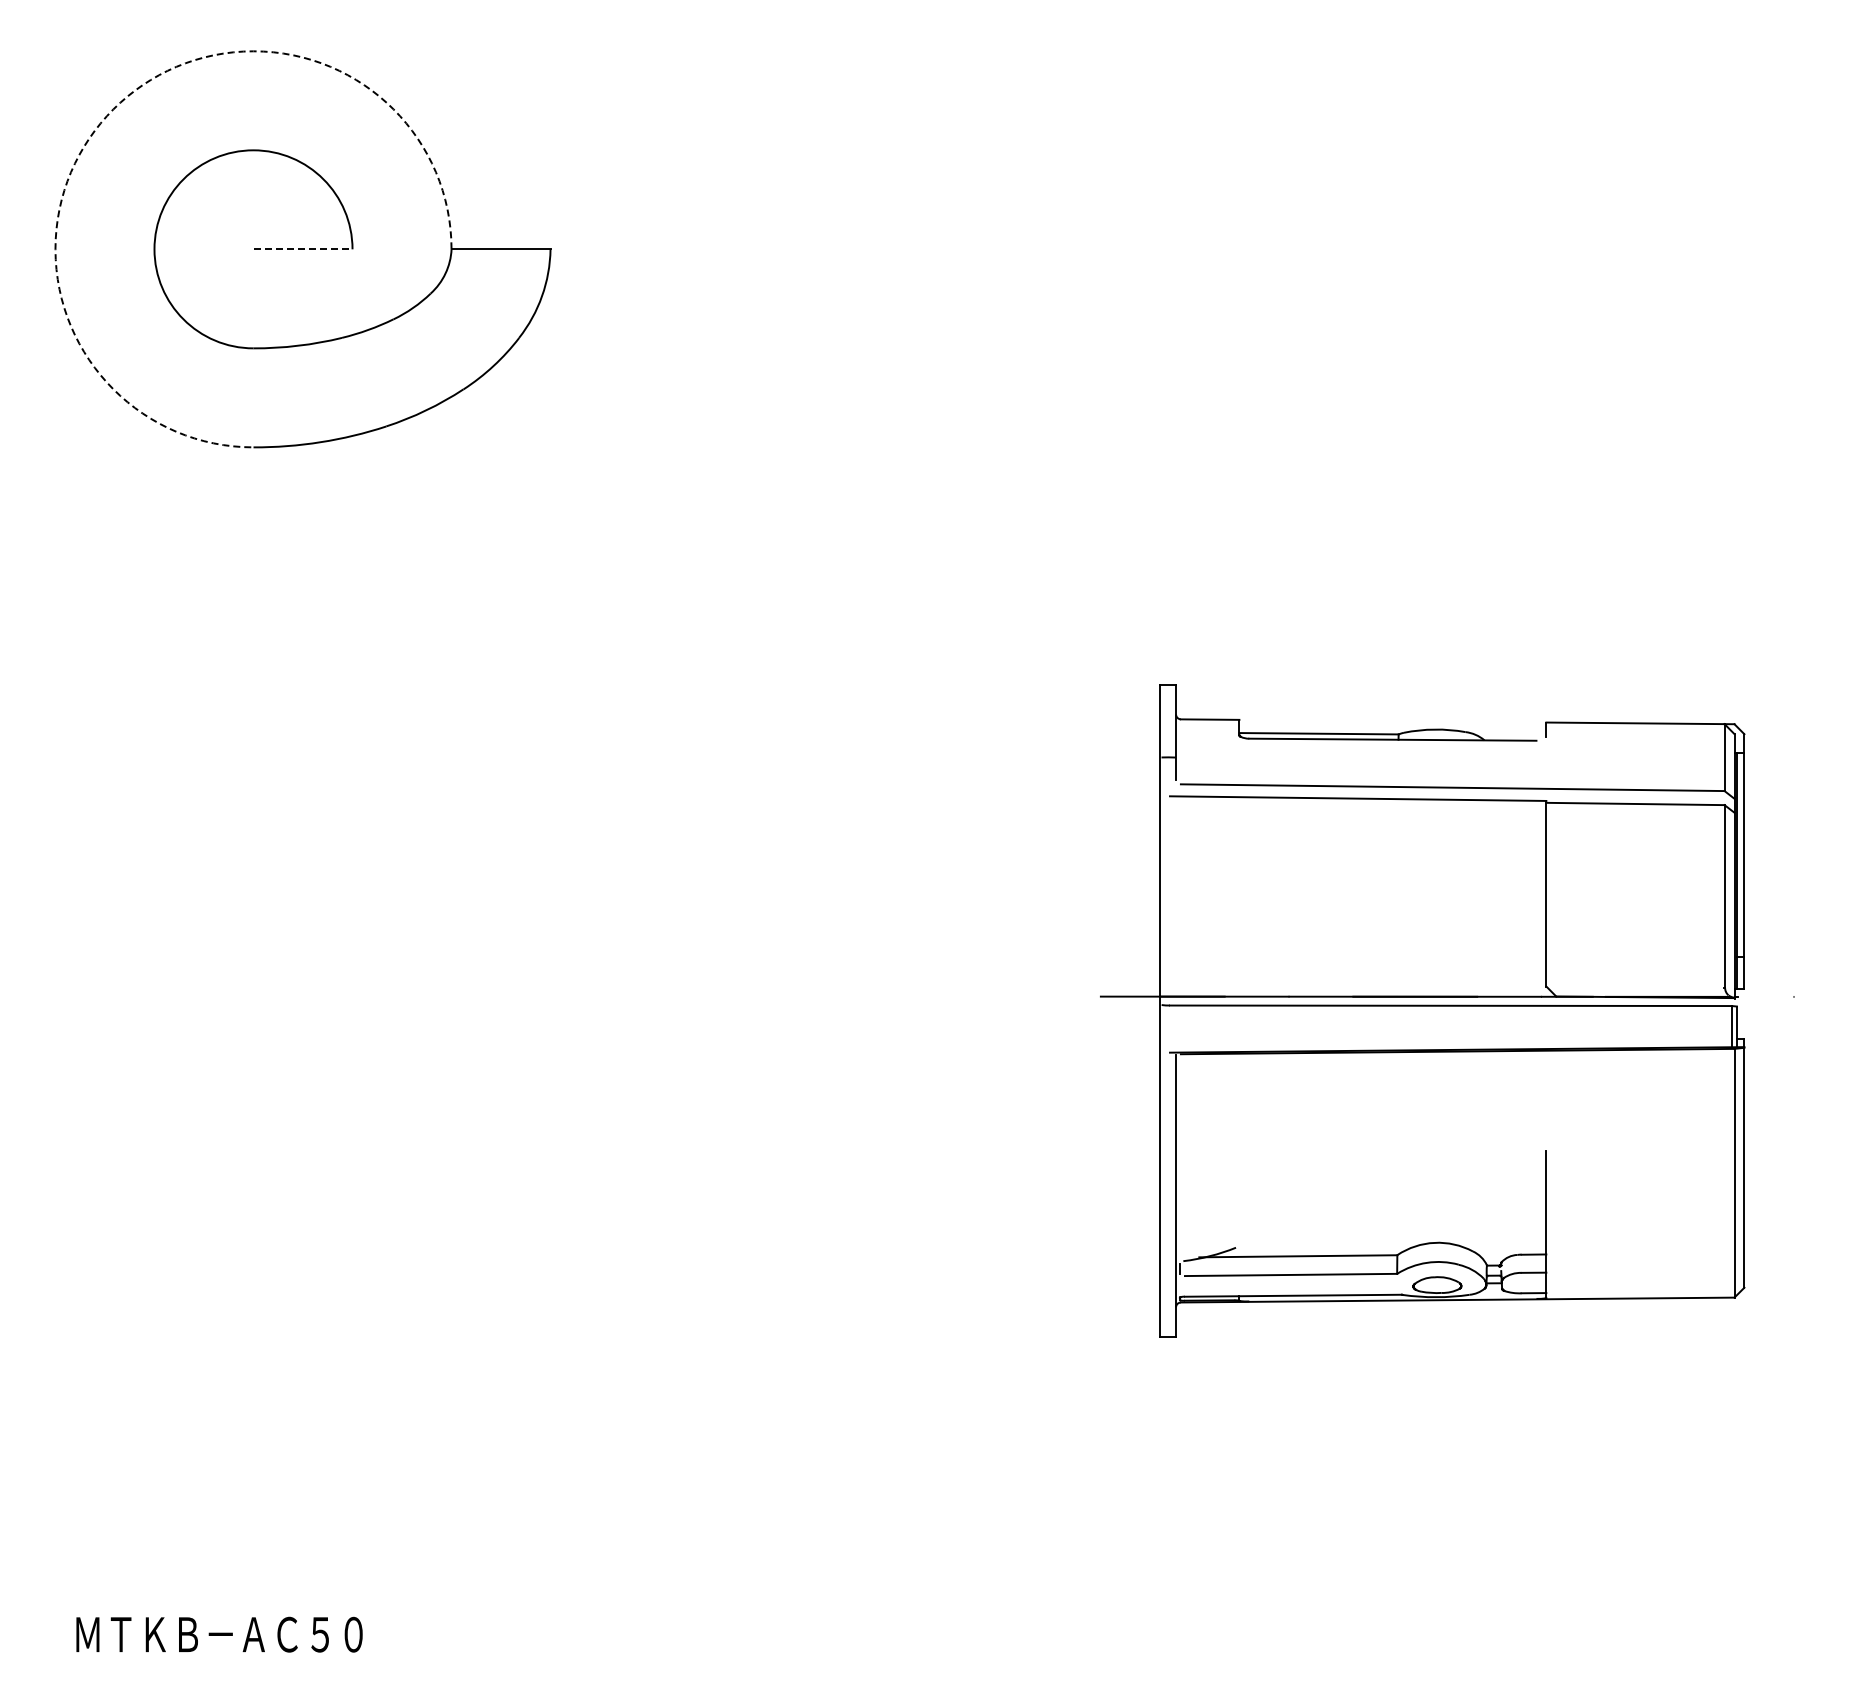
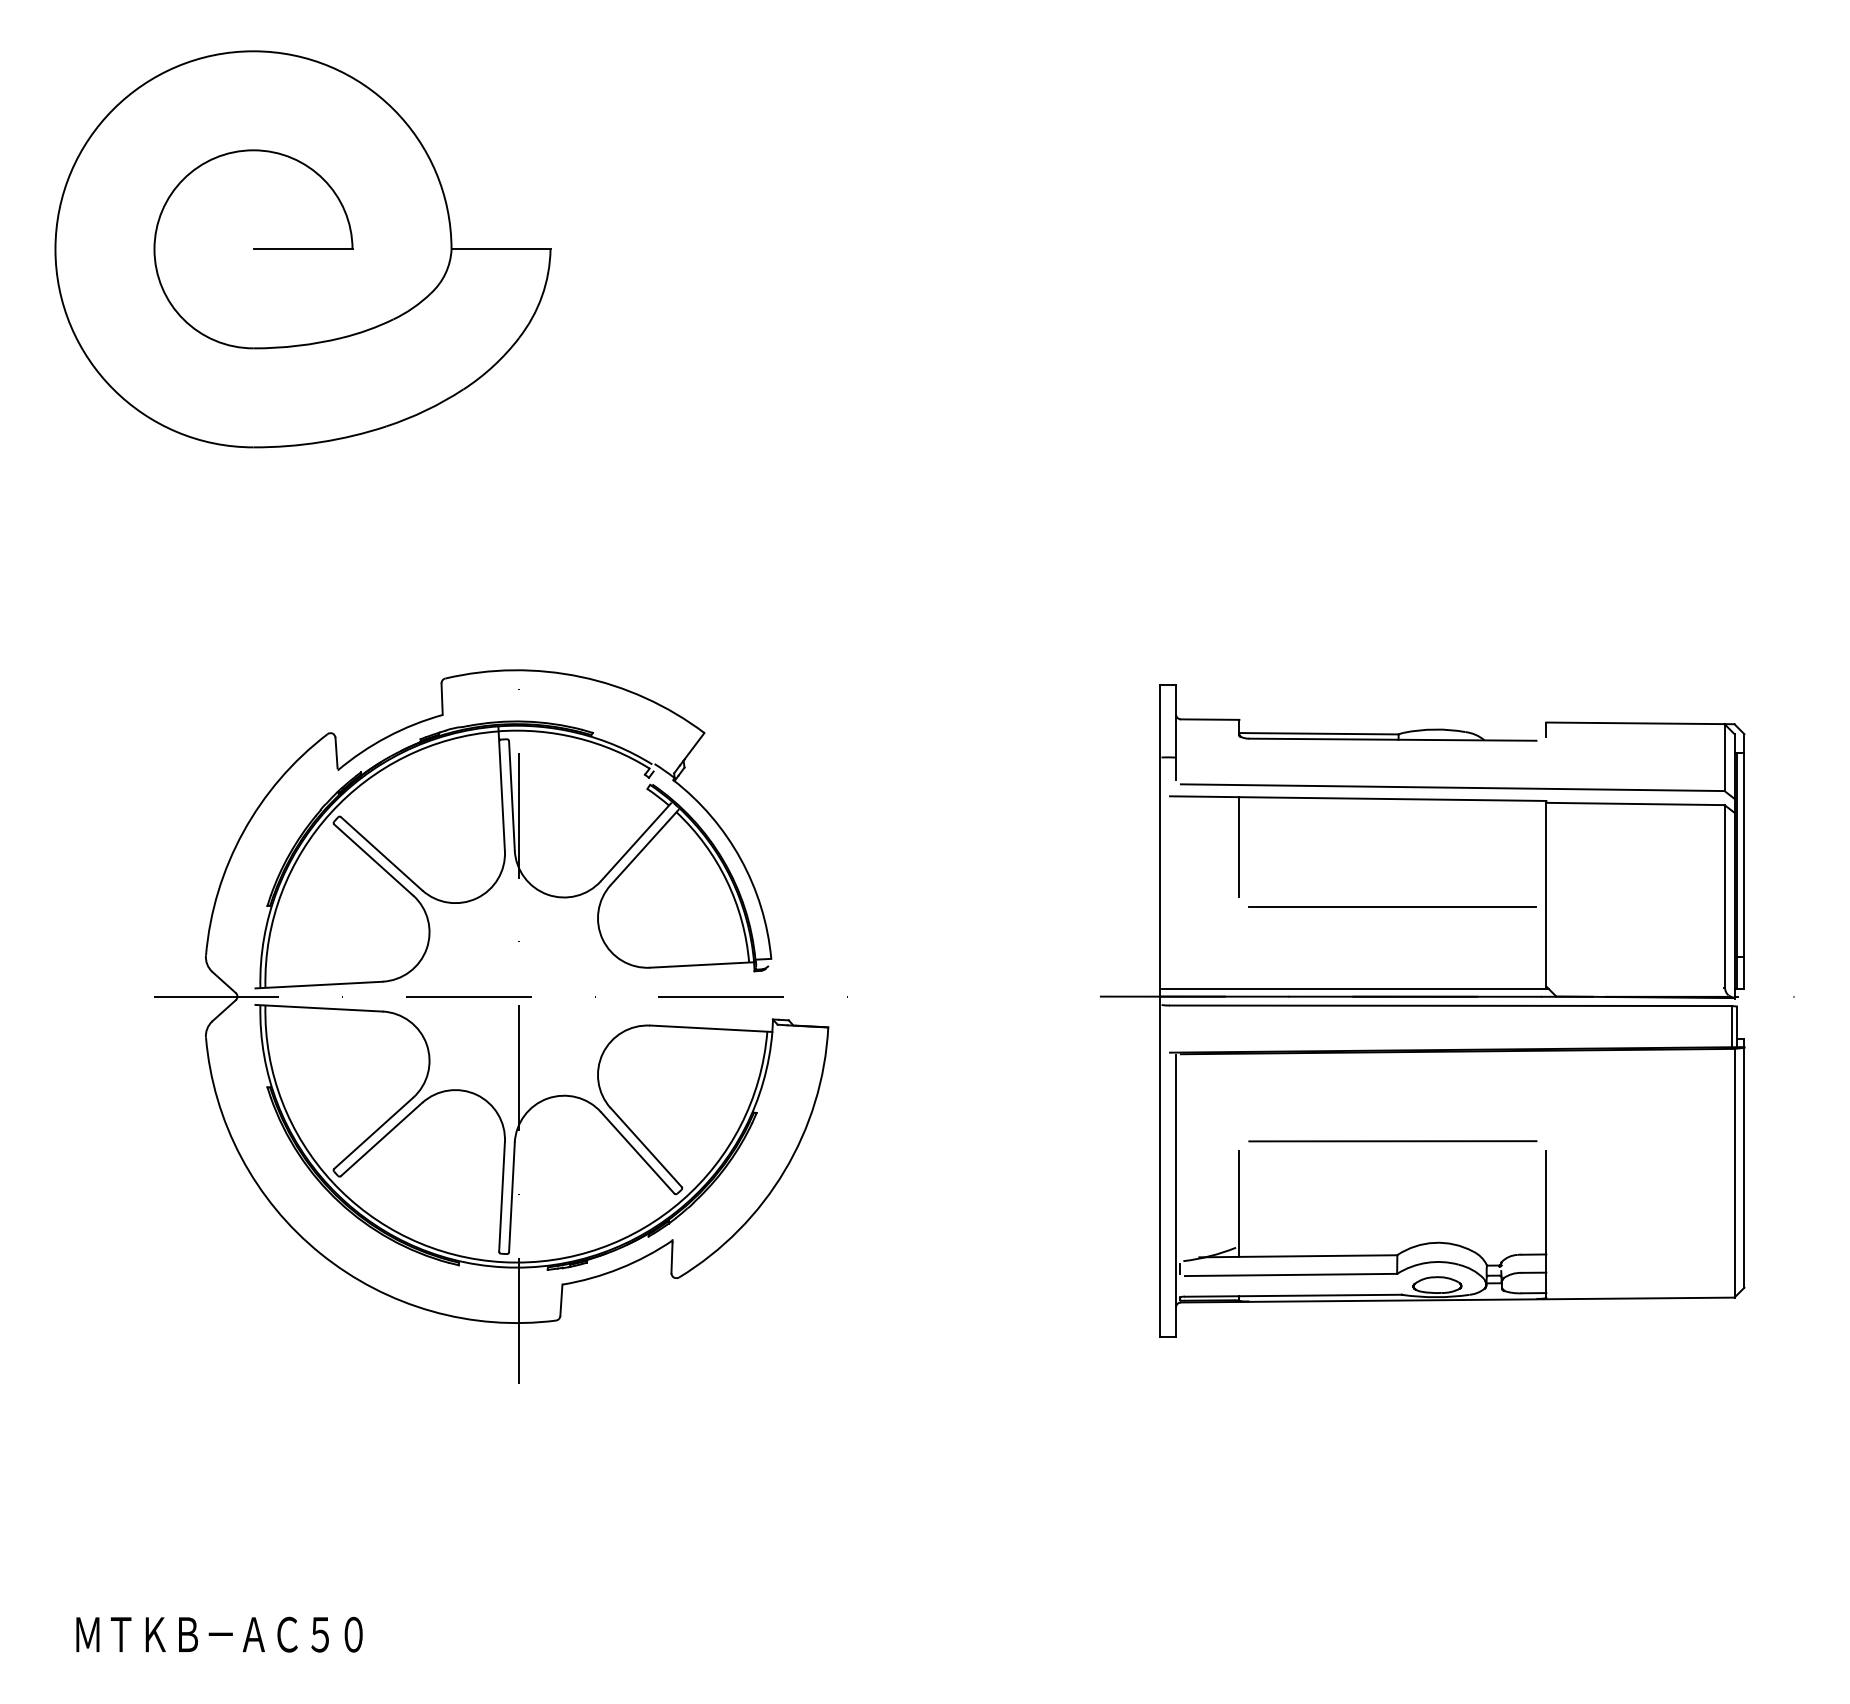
arc at (113, 109): dashed -> solid
line at (303, 249): dashed -> solid
line at (1239, 847): none -> present
line at (1392, 907): none -> present
line at (1354, 989): none -> present
part at (518, 1026): none -> present
line at (1392, 1141): none -> present
line at (1239, 1203): none -> present
